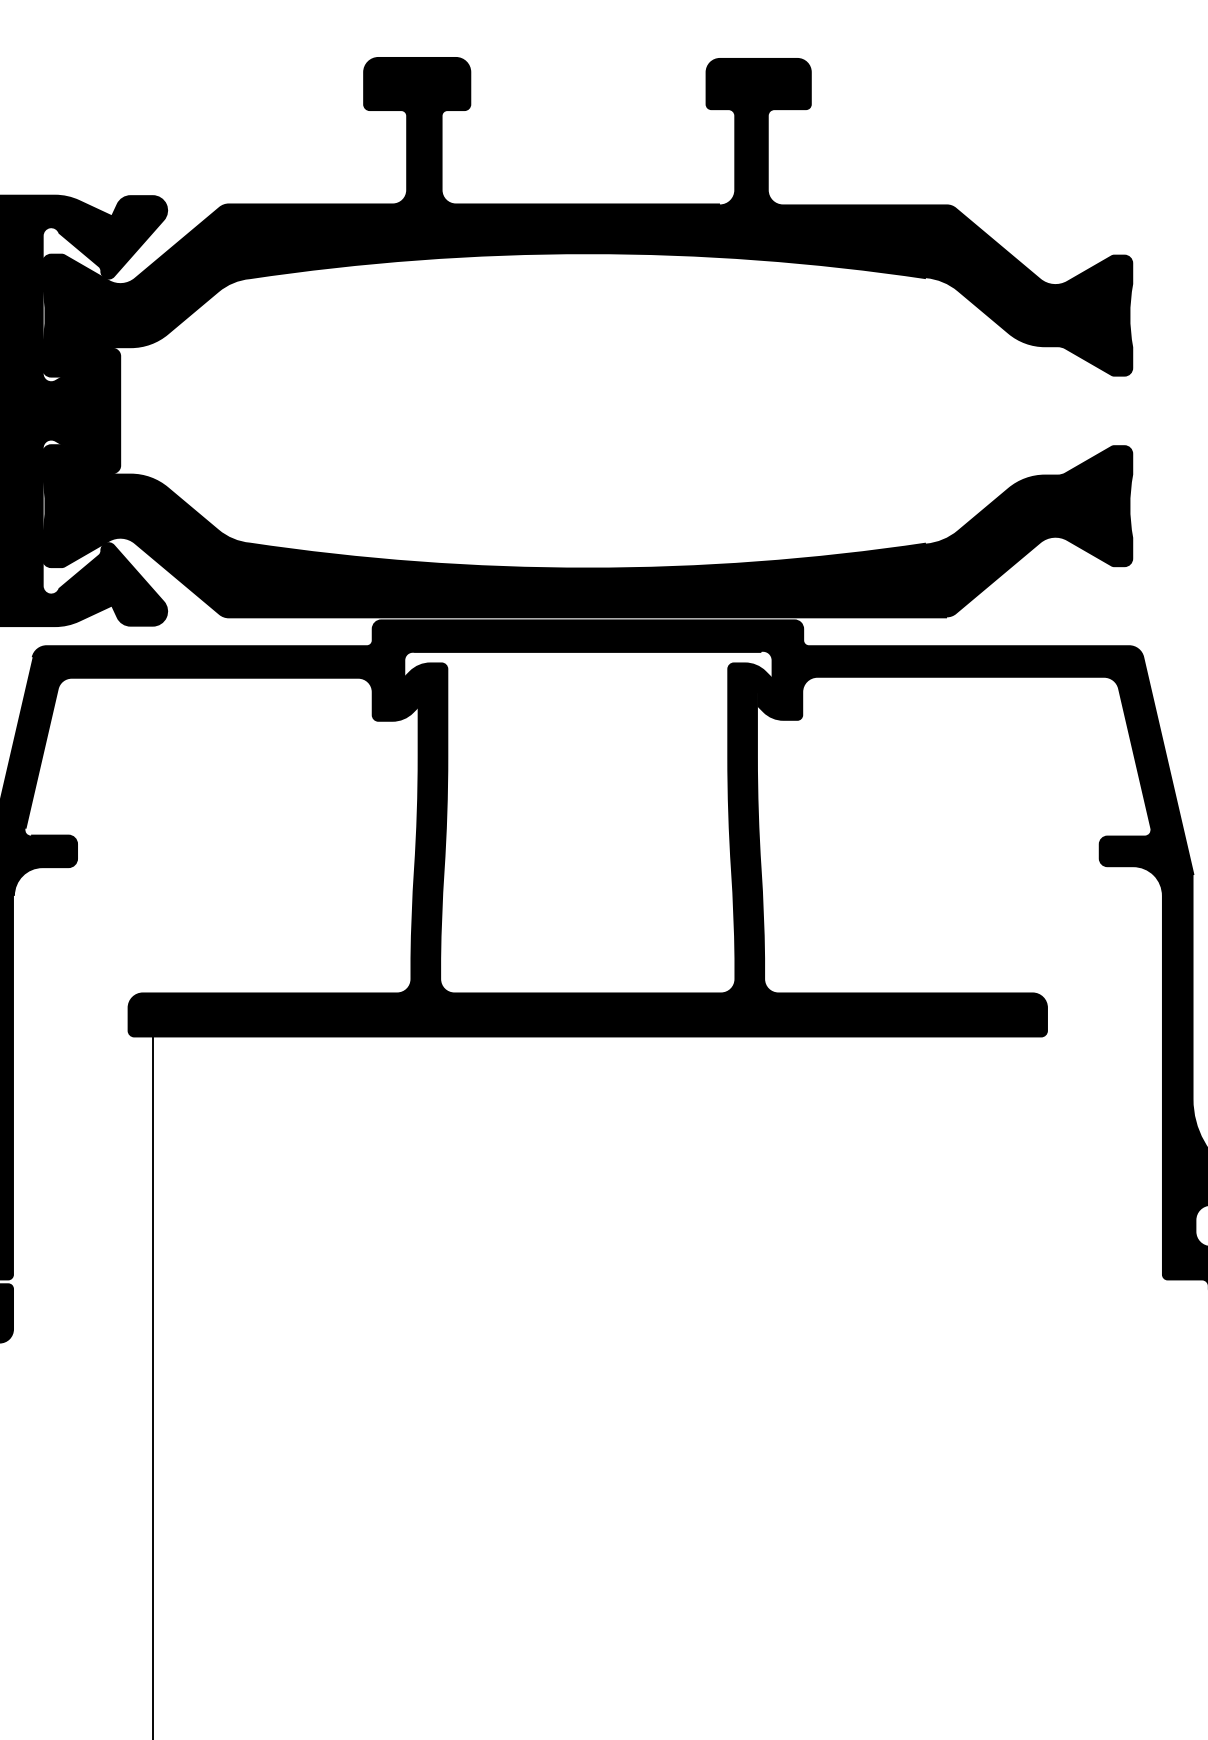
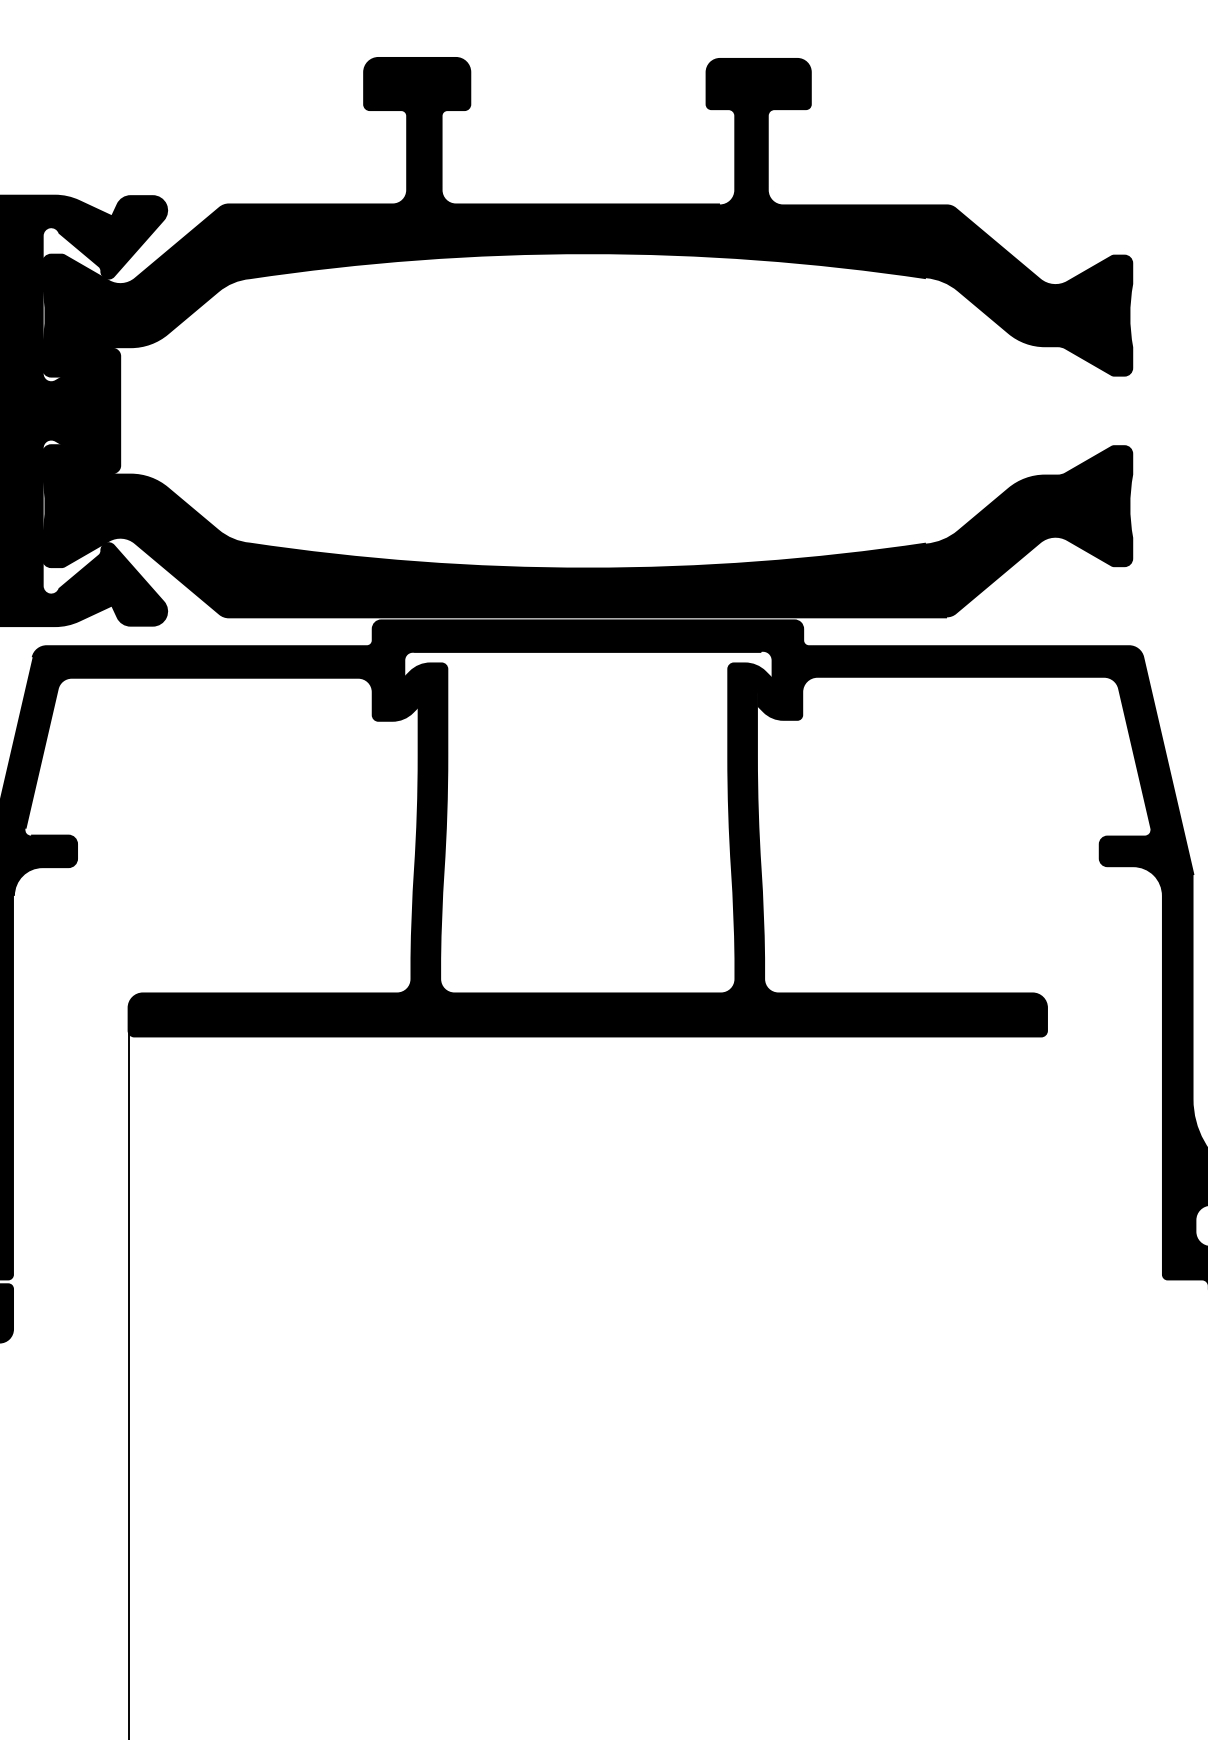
line at (152, 1383) position: (152, 1383) -> (128, 1383)
